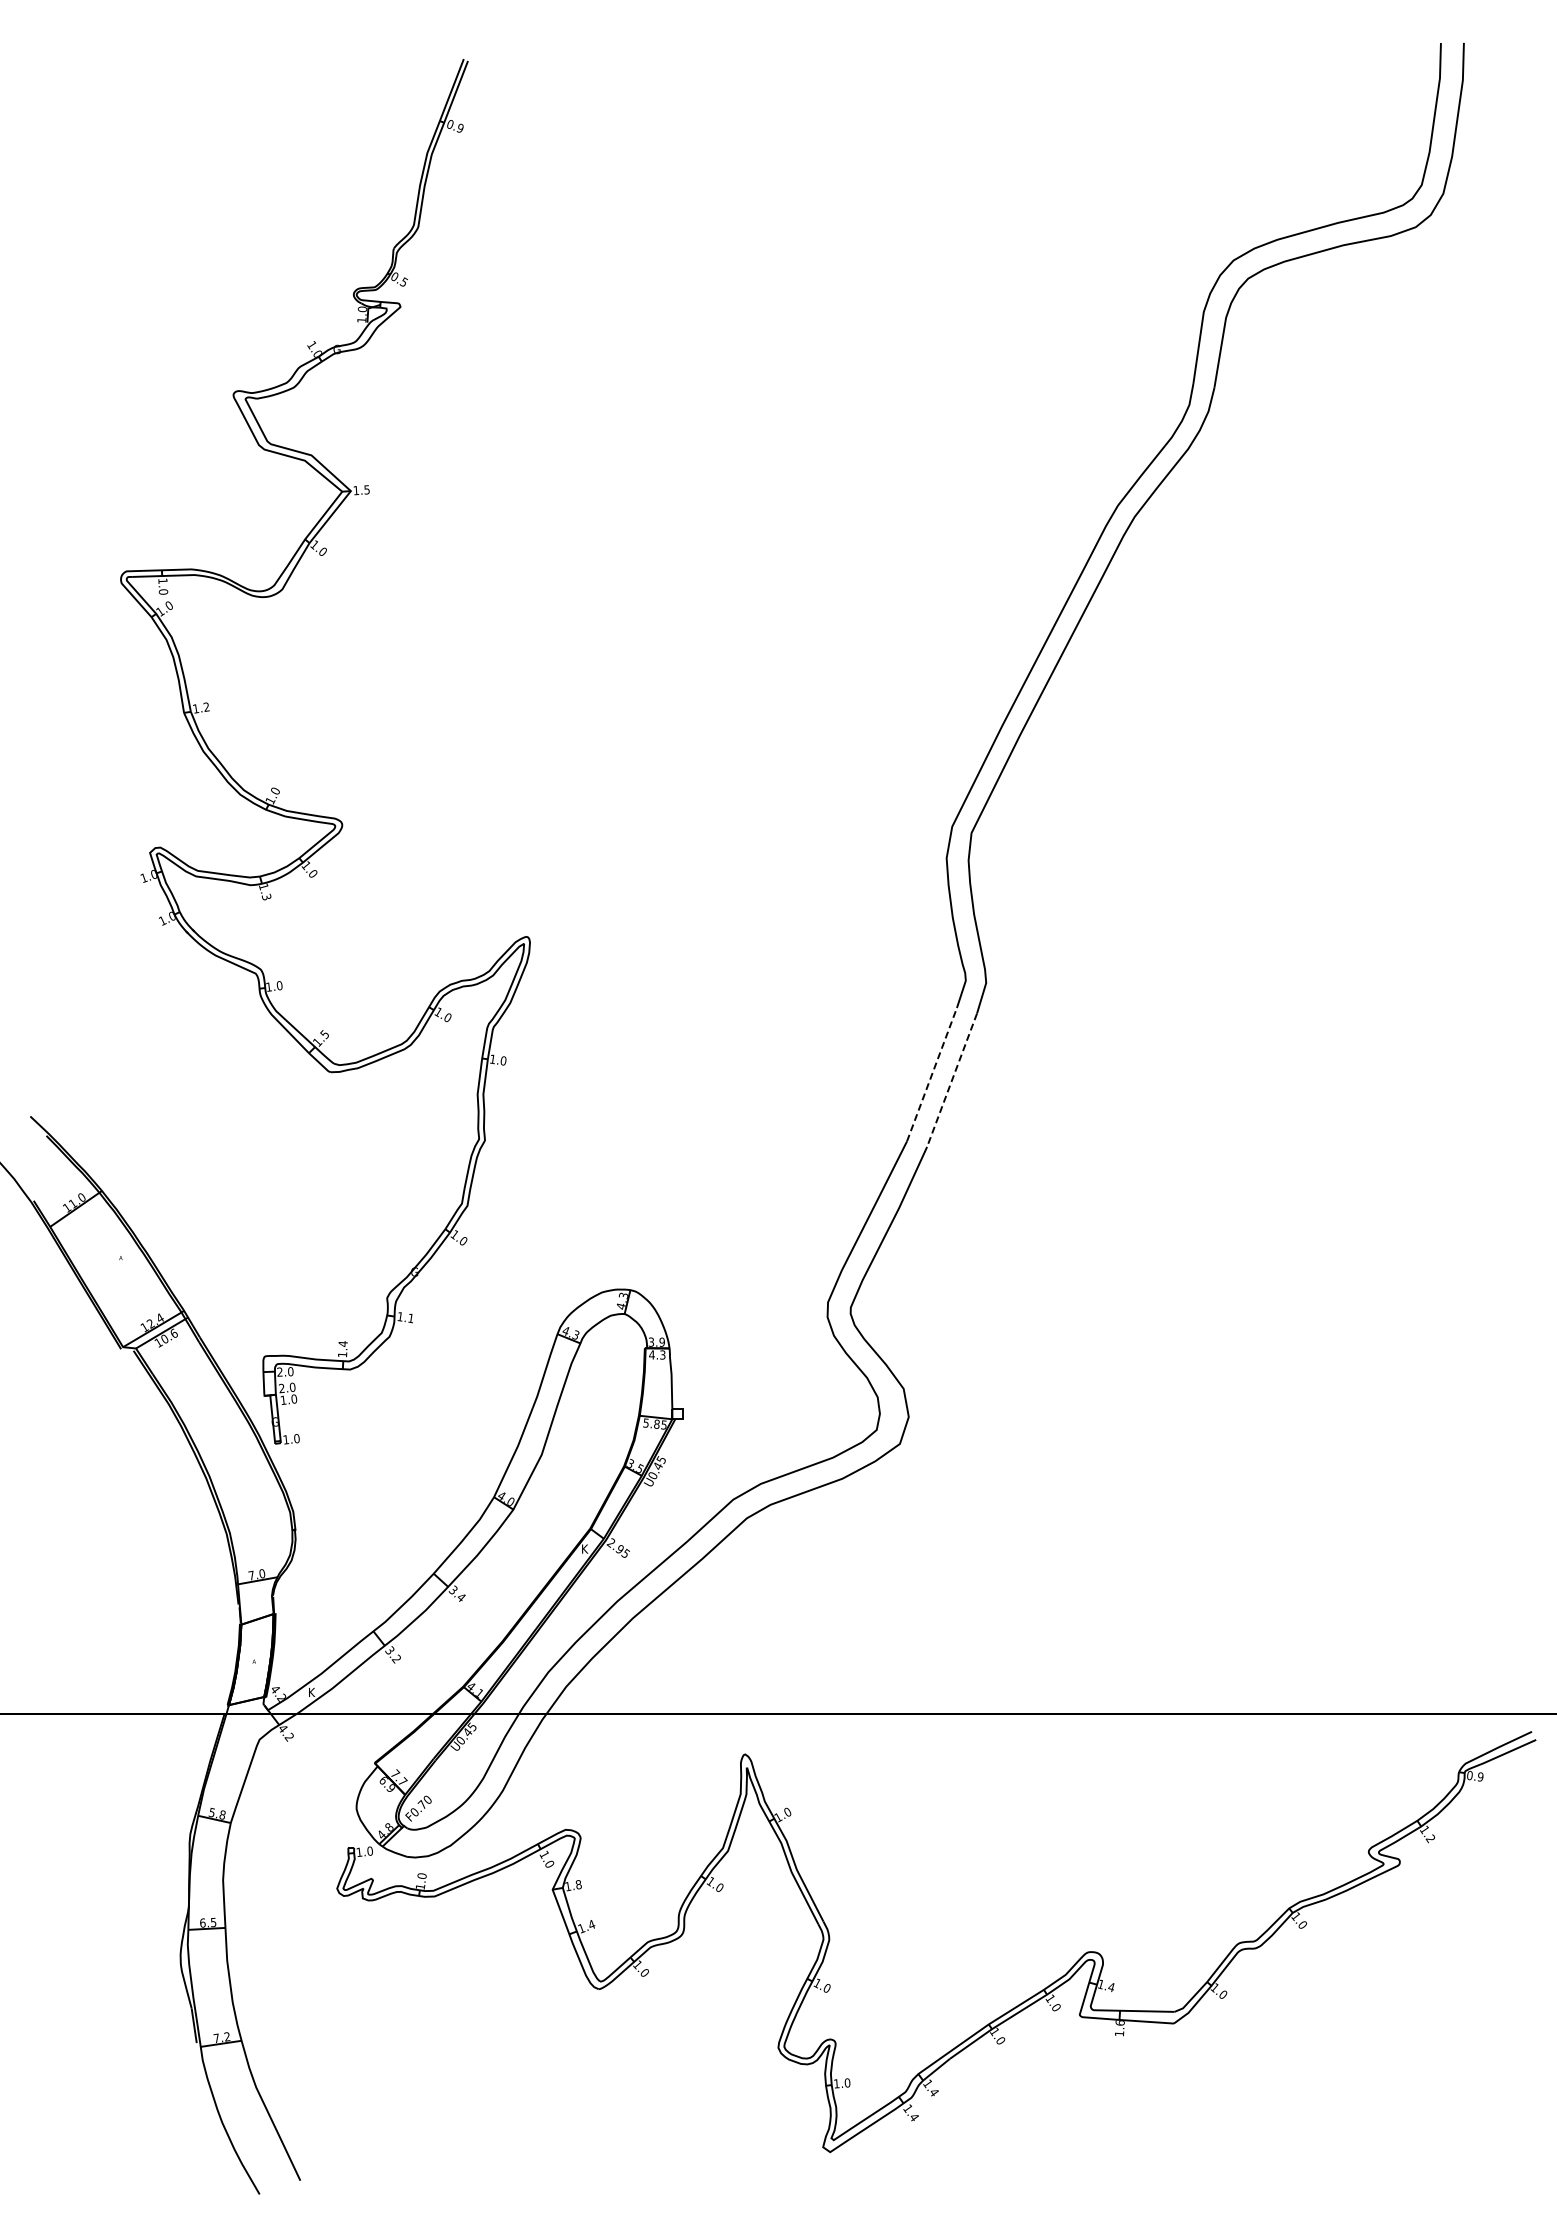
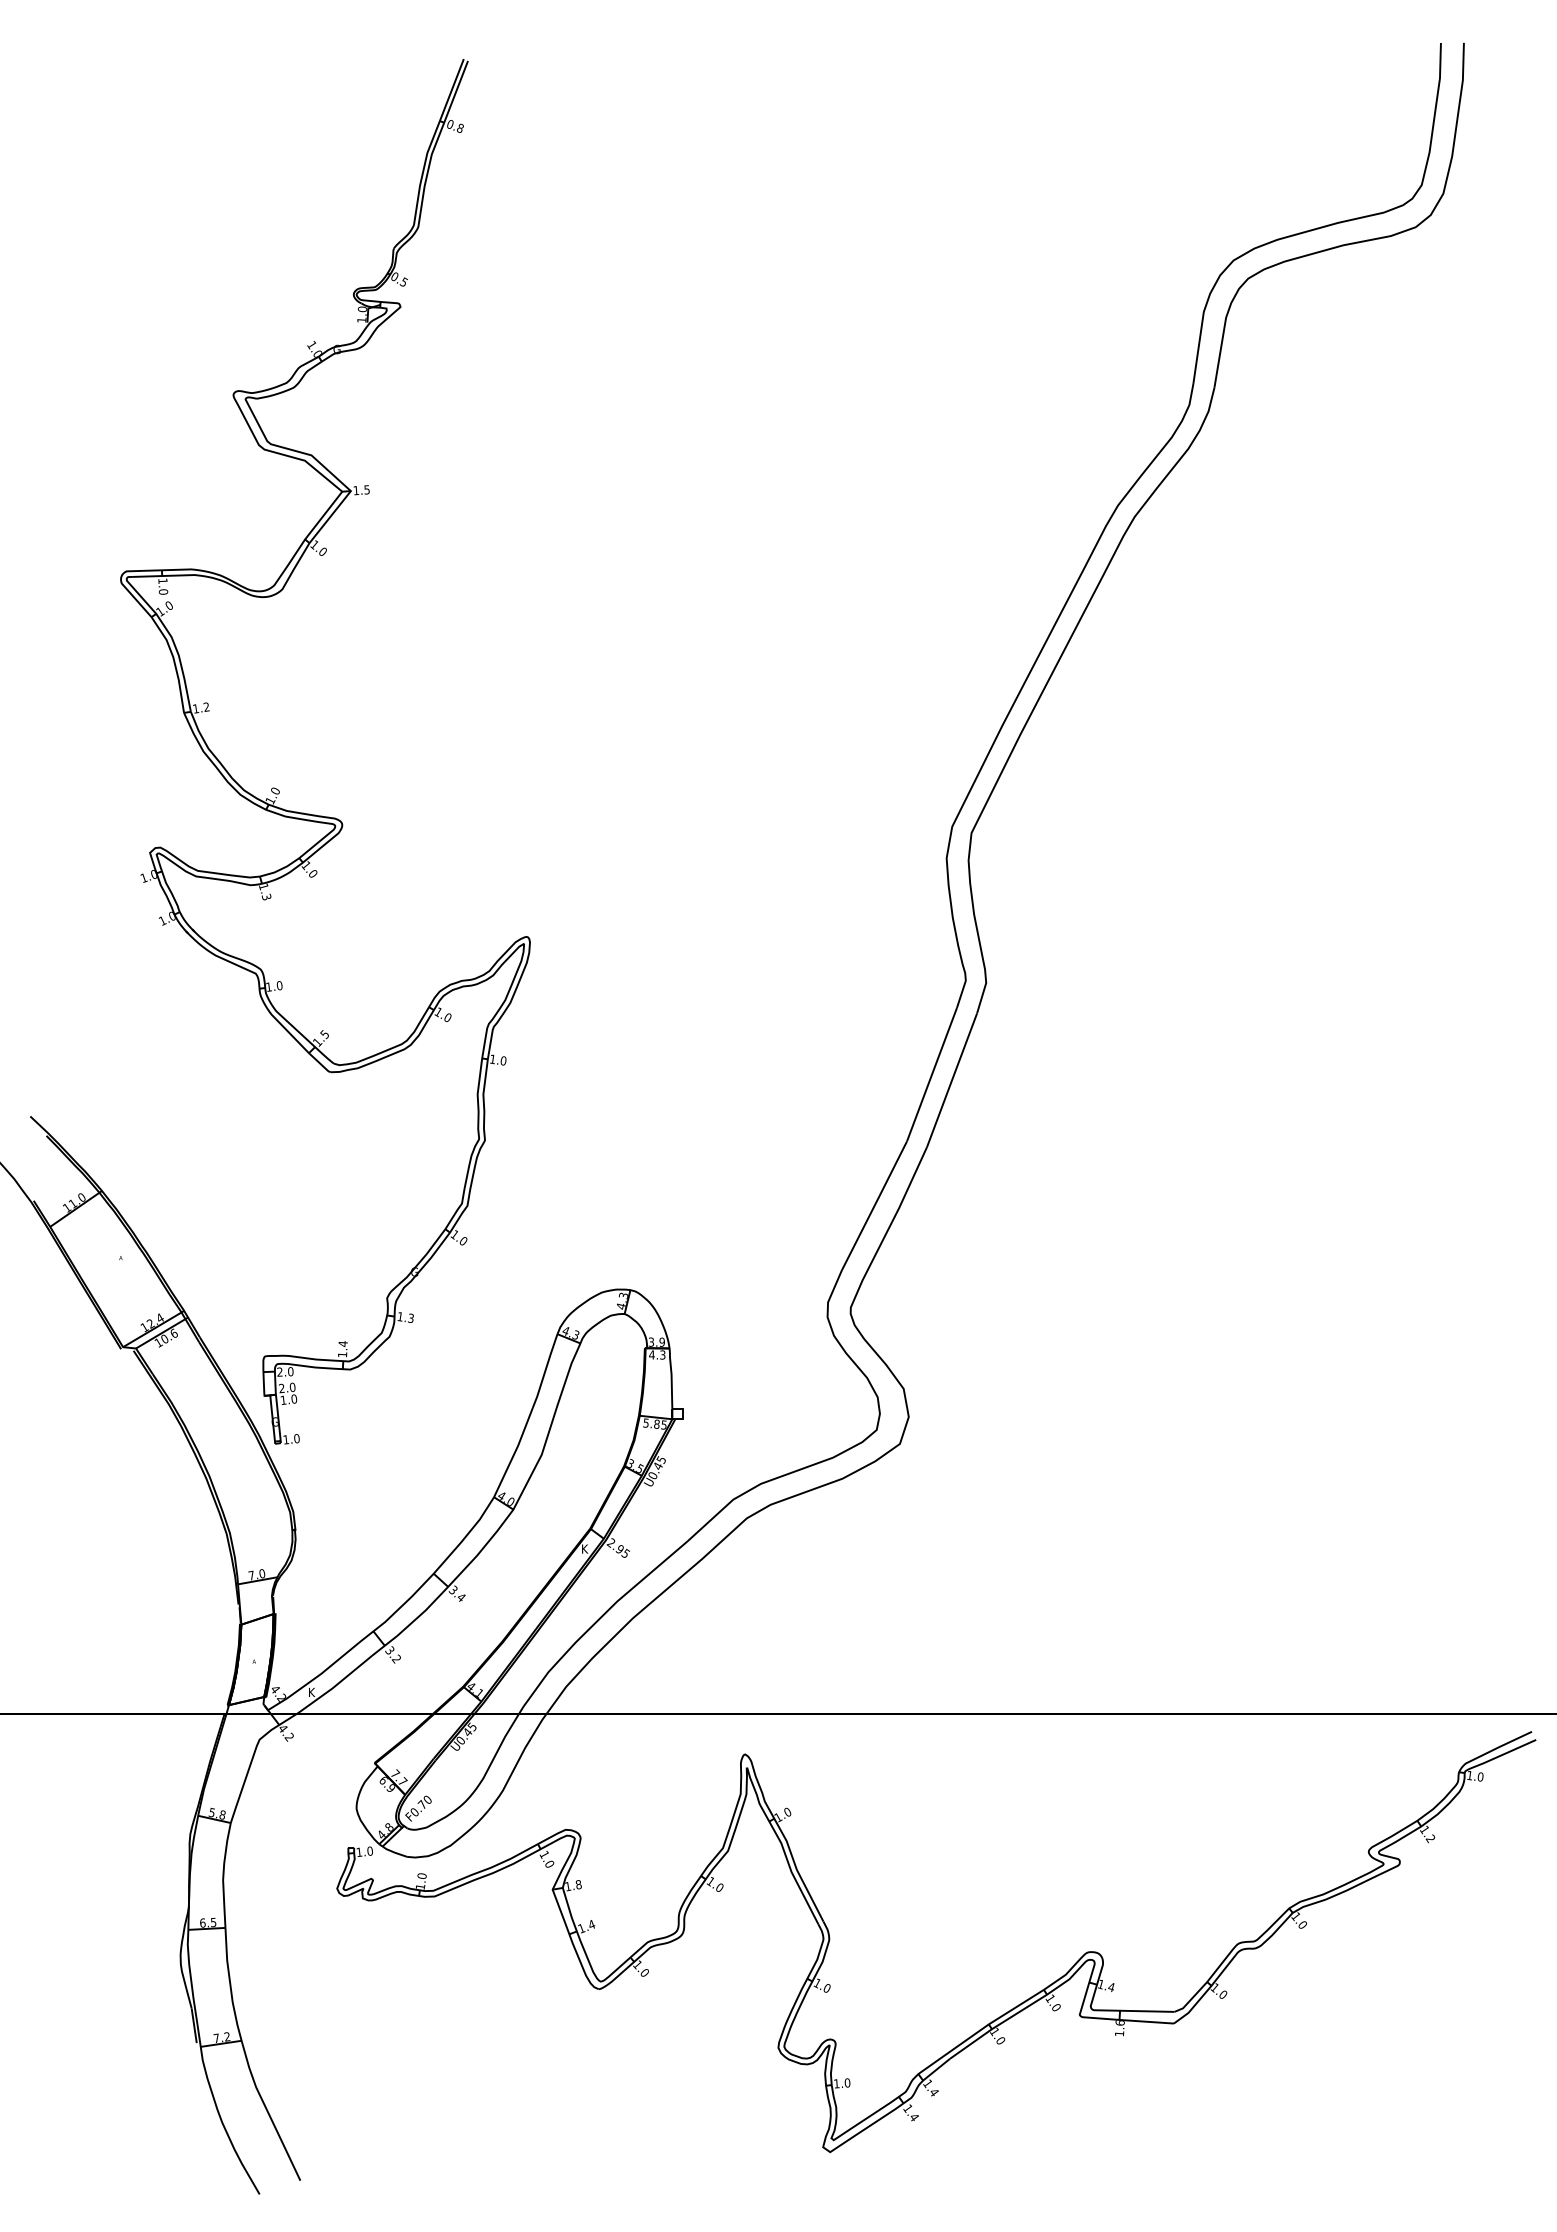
text at (459, 128): 0.9 -> 0.8
line at (932, 1074): dashed -> solid
line at (951, 1080): dashed -> solid
text at (410, 1318): 1.1 -> 1.3
text at (1474, 1775): 0.9 -> 1.0
